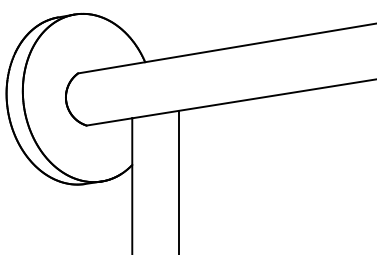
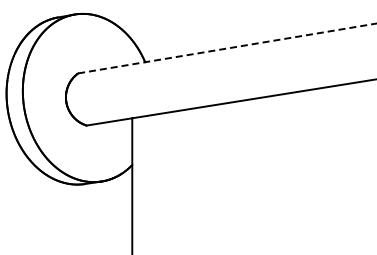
line at (227, 48): solid -> dashed
line at (178, 180): present -> none
